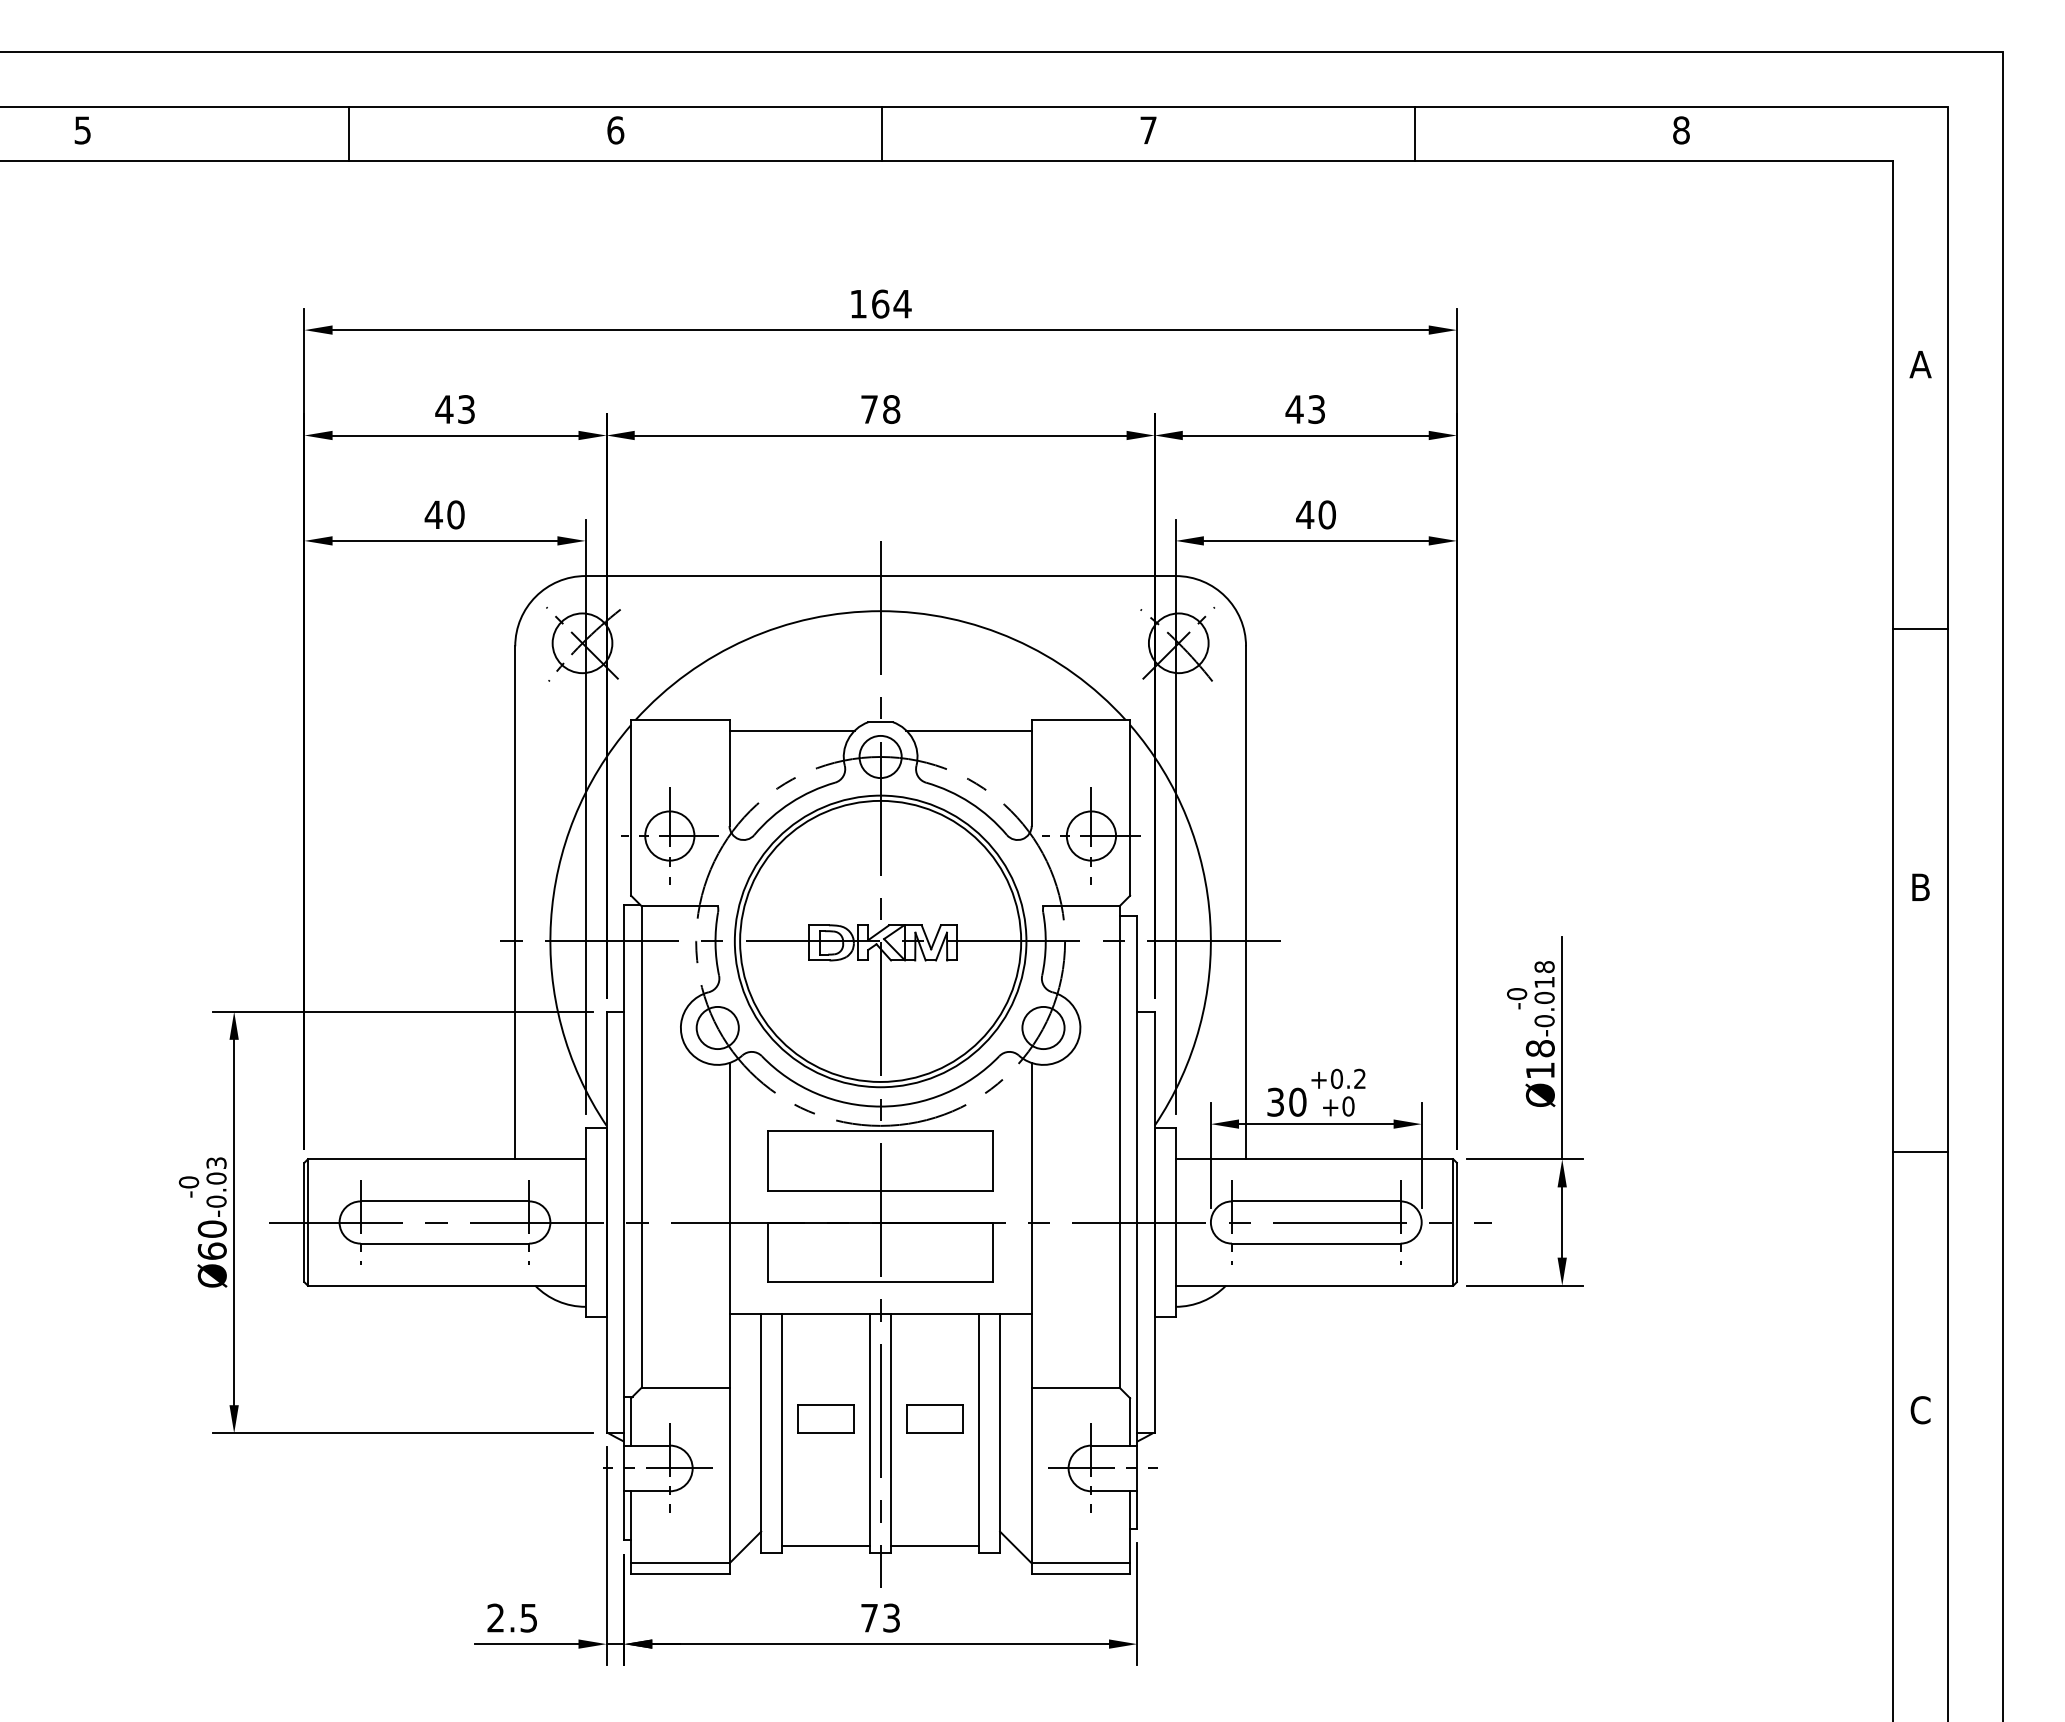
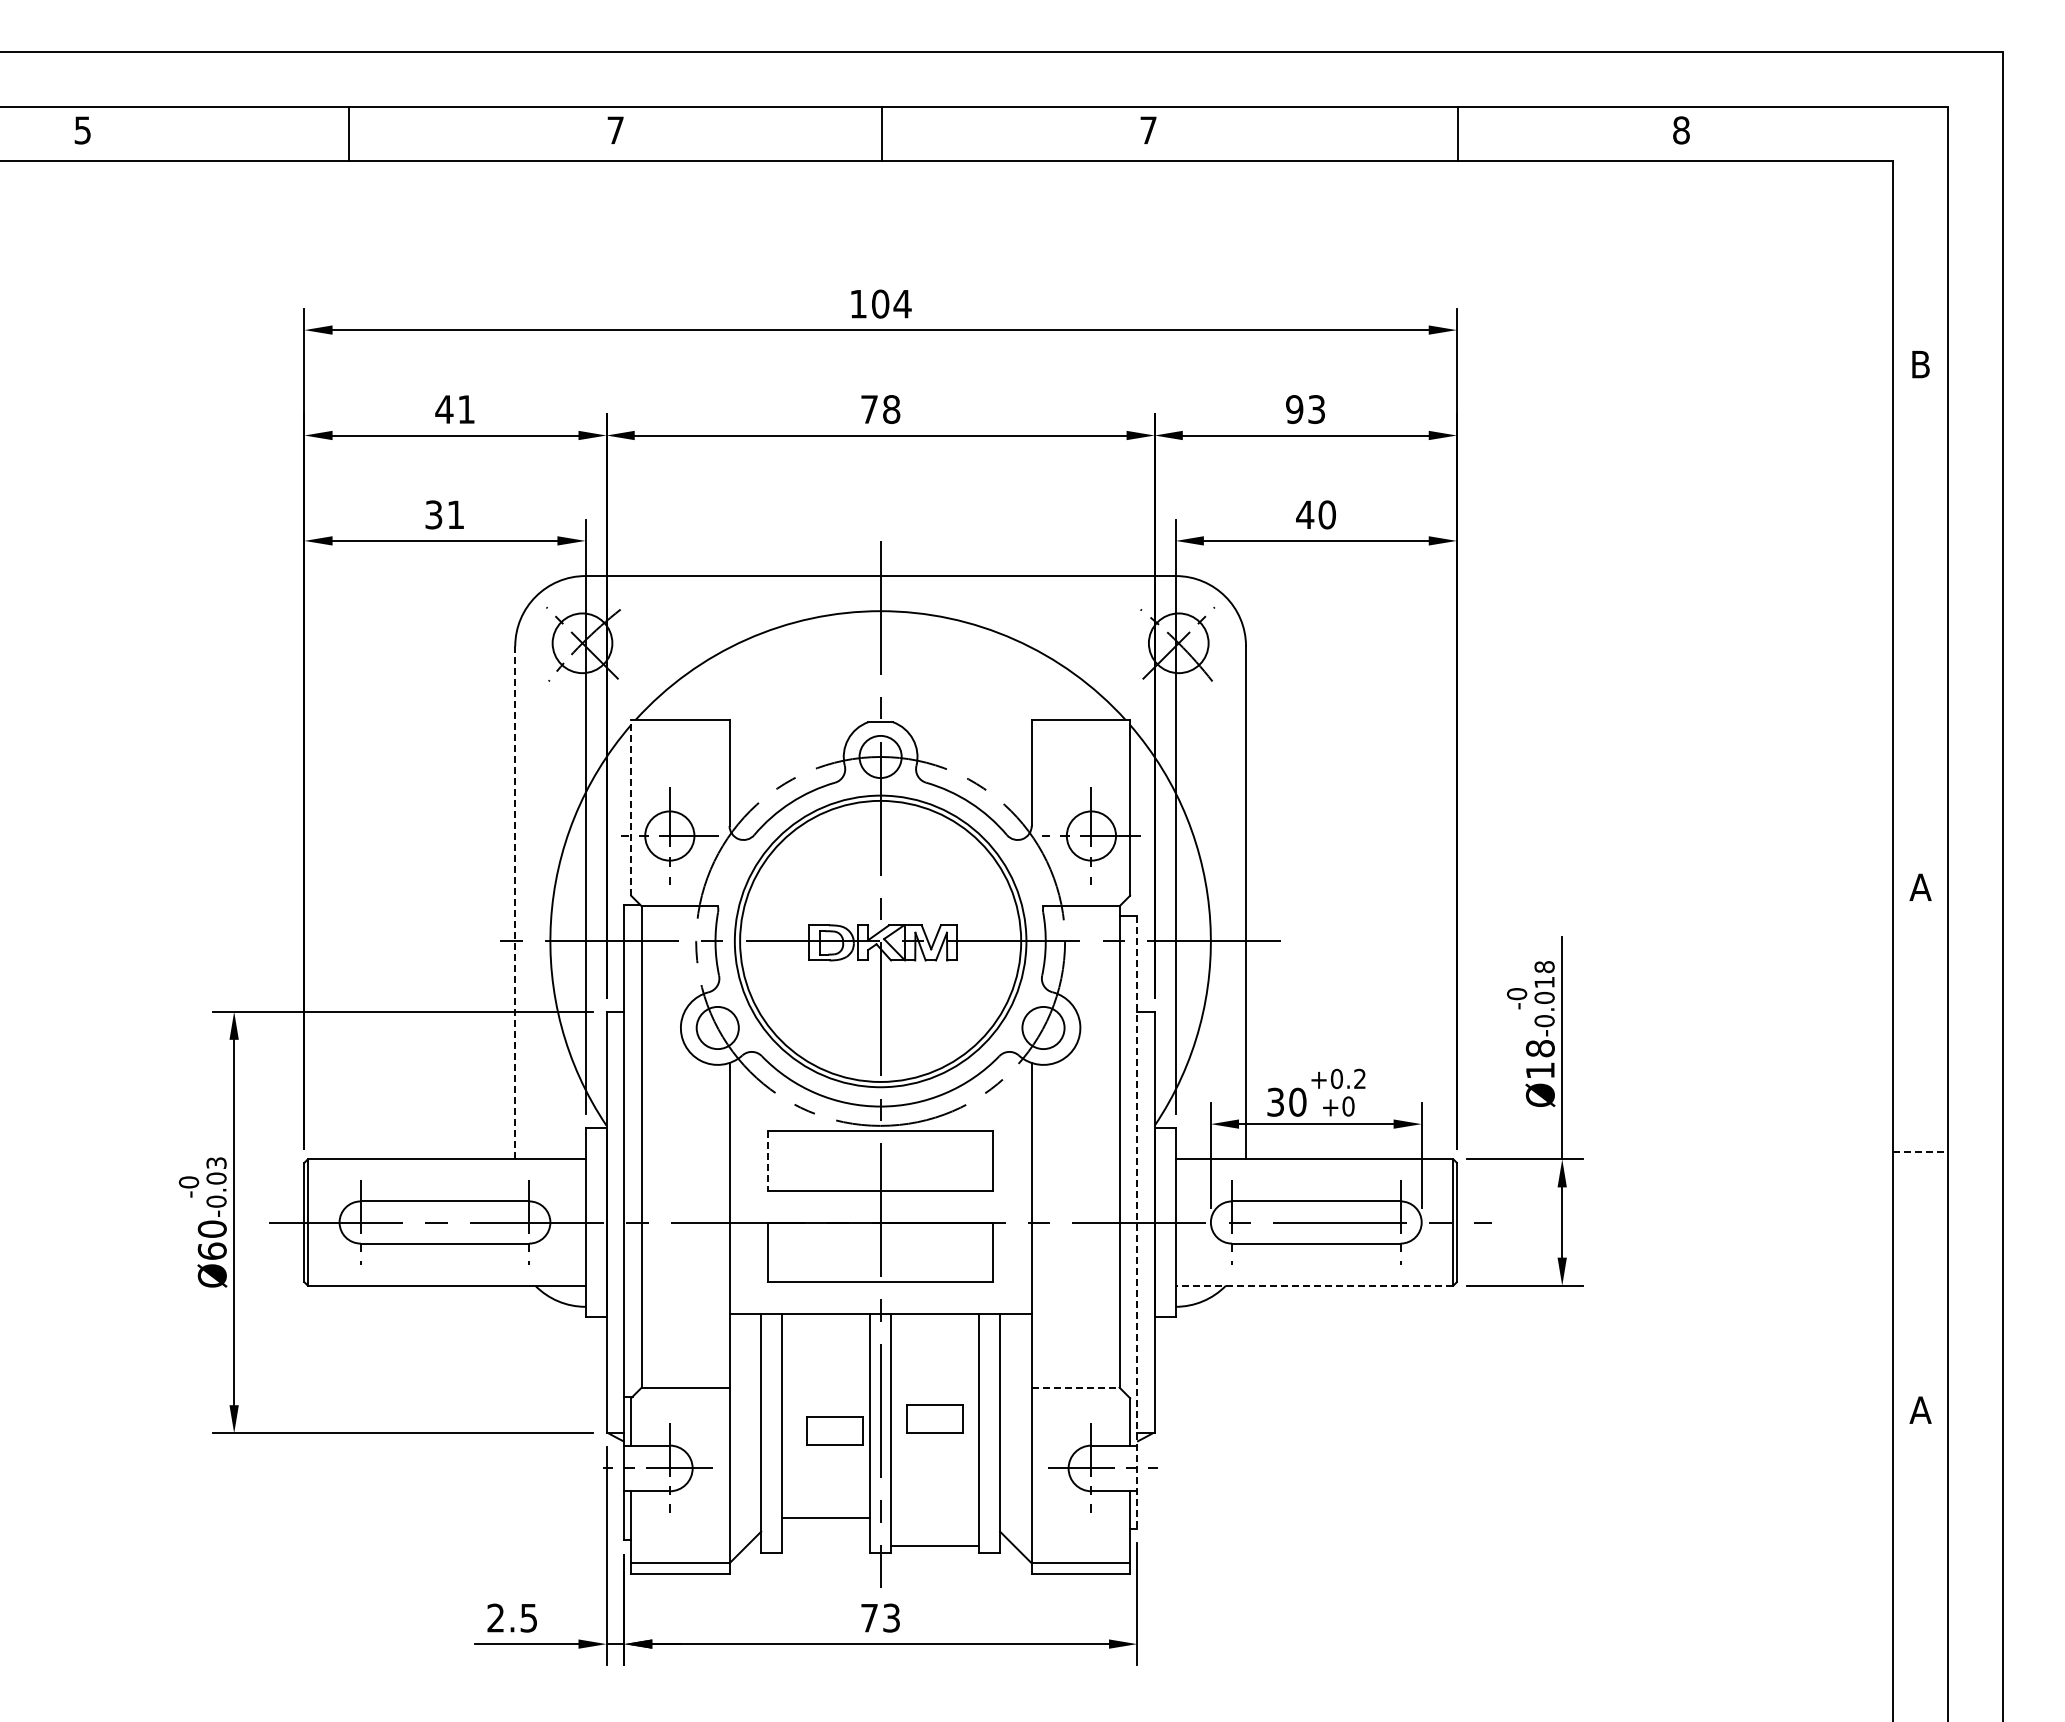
text at (615, 130): 6 -> 7
line at (1415, 133) position: (1415, 133) -> (1458, 133)
text at (880, 303): 164 -> 104
text at (1920, 364): A -> B
text at (466, 409): 43 -> 41
text at (1294, 409): 43 -> 93
text at (444, 514): 40 -> 31
line at (1920, 629): present -> none
line at (791, 730): present -> none
line at (968, 730): present -> none
line at (631, 807): solid -> dashed
text at (1920, 886): B -> A
line at (515, 903): solid -> dashed
line at (1921, 1152): solid -> dashed
line at (768, 1161): solid -> dashed
line at (1137, 1223): solid -> dashed
line at (1314, 1285): solid -> dashed
line at (1075, 1387): solid -> dashed
text at (1920, 1410): C -> A
part at (825, 1418) position: (825, 1418) -> (834, 1430)
line at (826, 1545) position: (826, 1545) -> (826, 1517)
